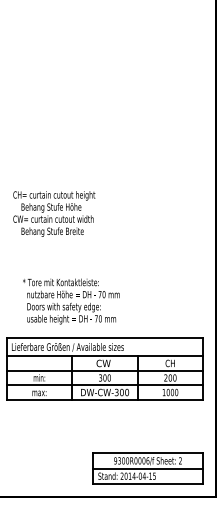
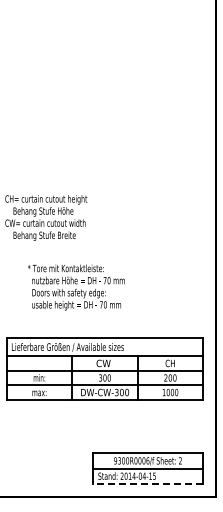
text at (54, 213) position: (54, 213) -> (46, 217)
text at (71, 301) position: (71, 301) -> (76, 287)
line at (148, 483): solid -> dashed
